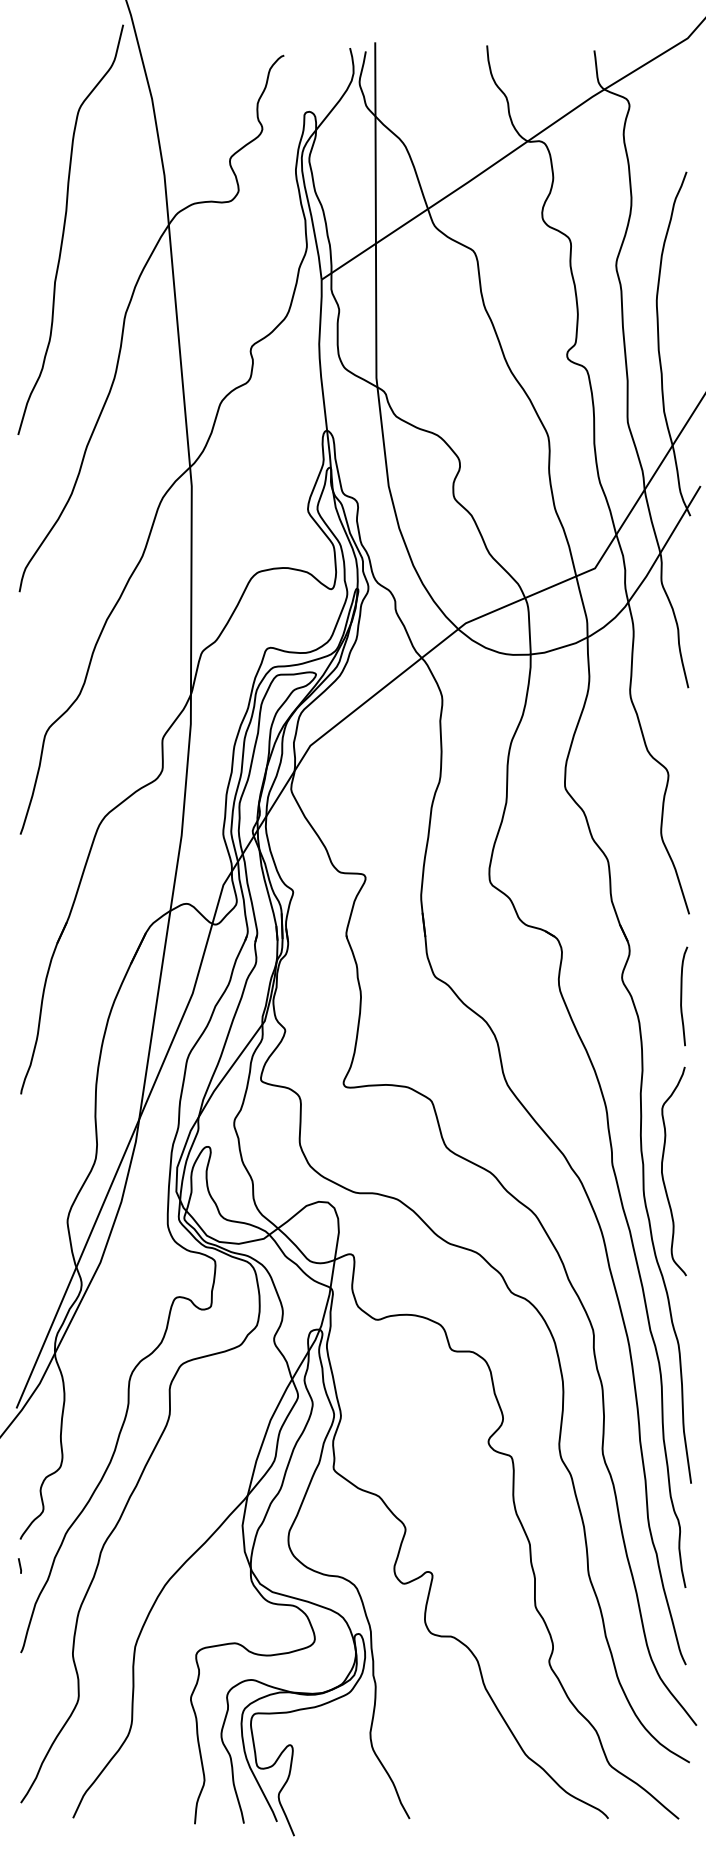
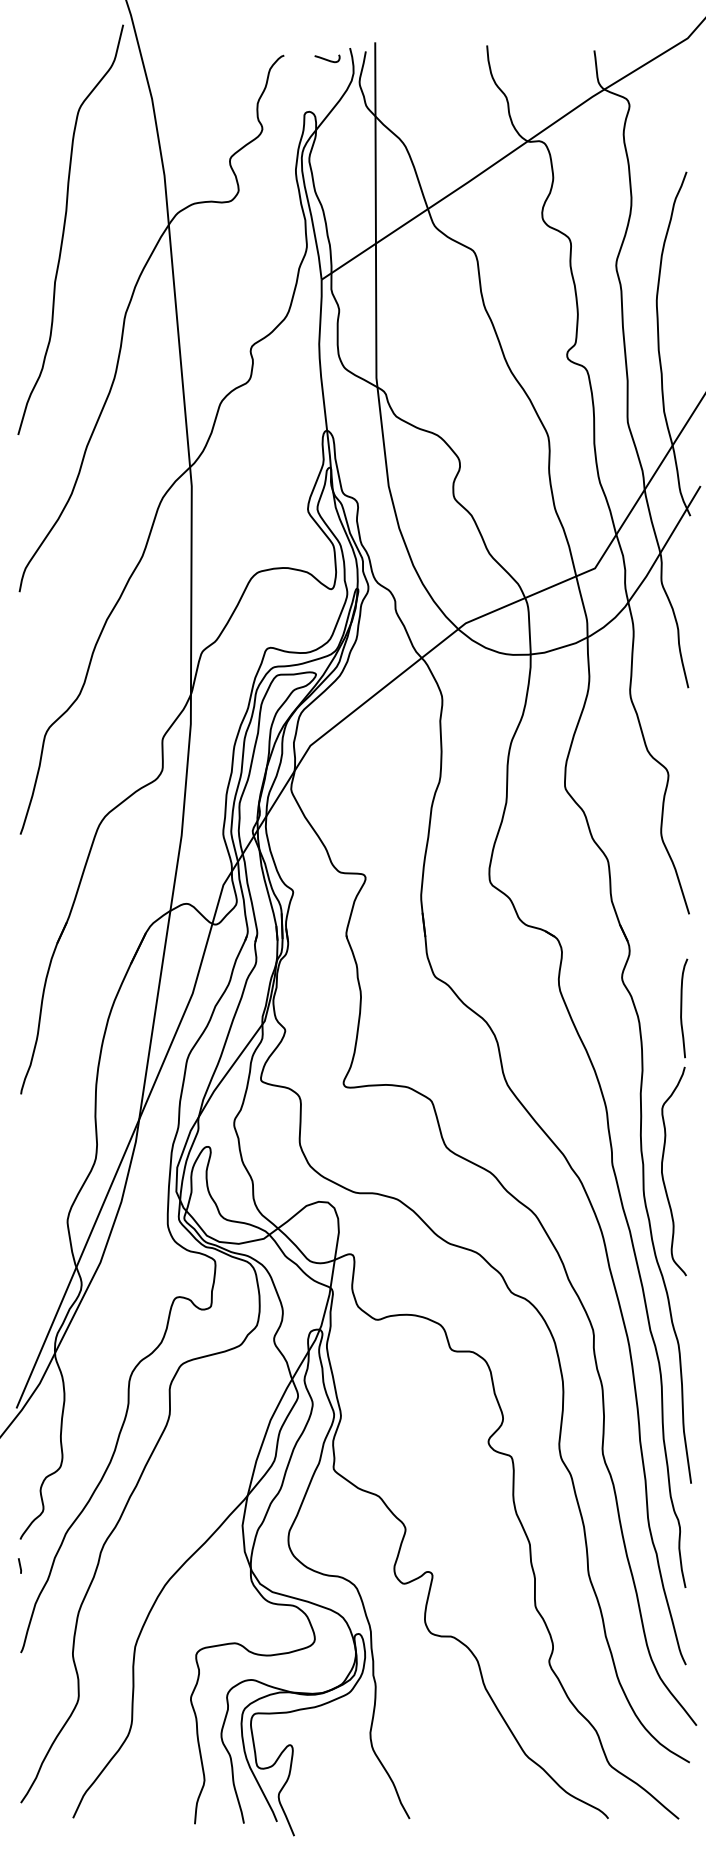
curve at (326, 58): none -> present
curve at (682, 996) position: (682, 996) -> (682, 1008)
